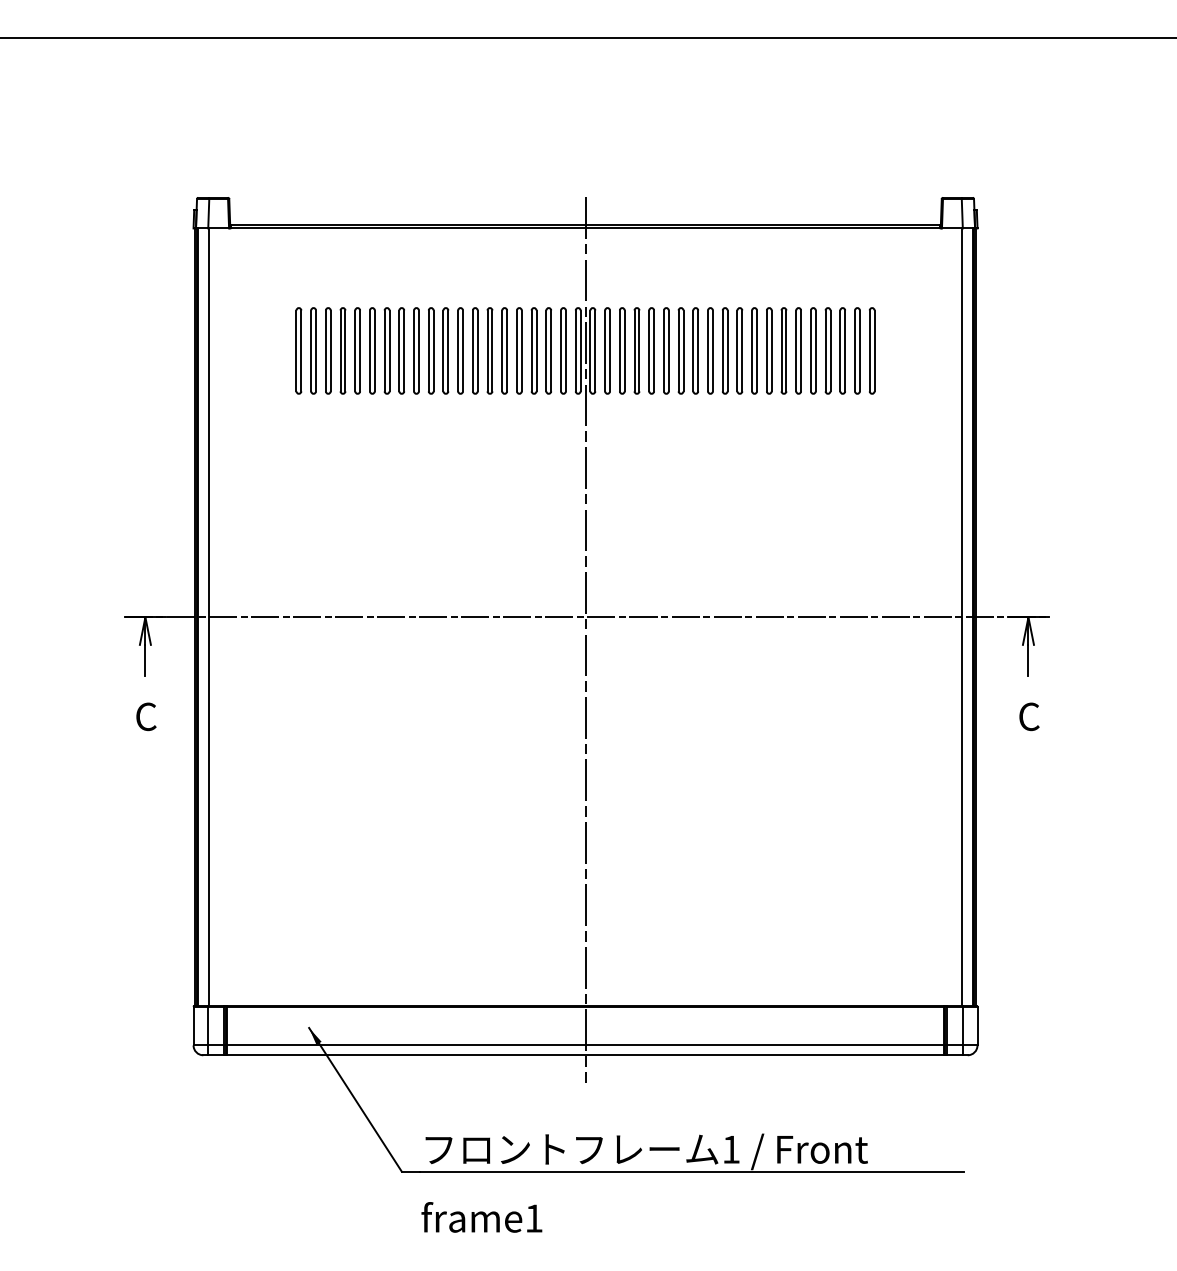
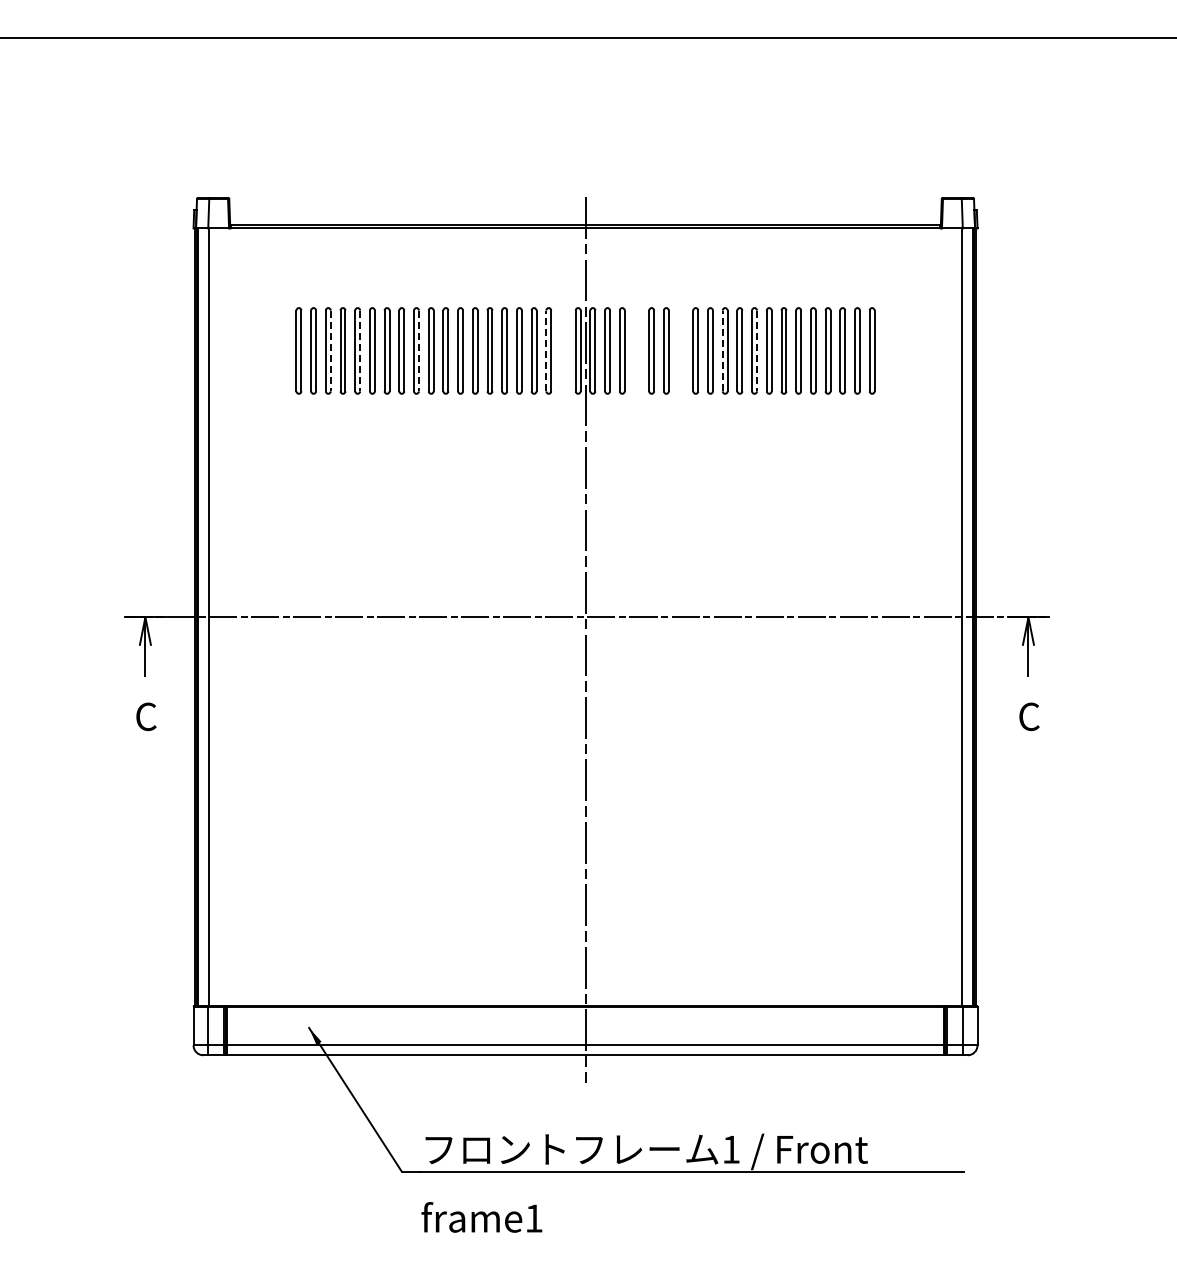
line at (546, 350): solid -> dashed
part at (563, 350): present -> none
part at (636, 350): present -> none
part at (680, 350): present -> none
line at (722, 350): solid -> dashed
line at (330, 351): solid -> dashed
line at (360, 351): solid -> dashed
line at (418, 351): solid -> dashed
line at (757, 351): solid -> dashed
